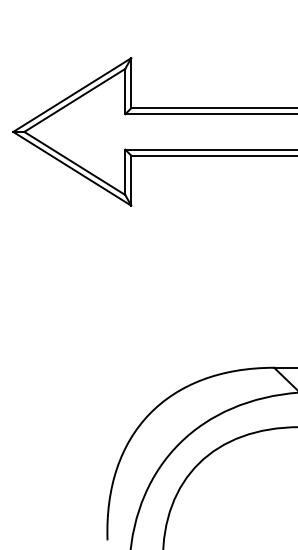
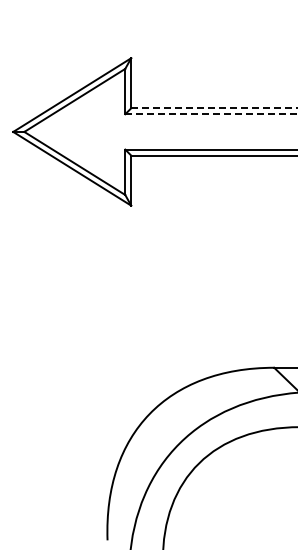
line at (215, 108): solid -> dashed
line at (212, 114): solid -> dashed
